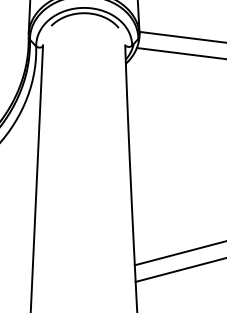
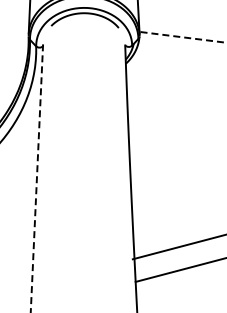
line at (182, 37): solid -> dashed
line at (179, 53): present -> none
line at (36, 178): solid -> dashed
line at (178, 253) position: (178, 253) -> (177, 247)
